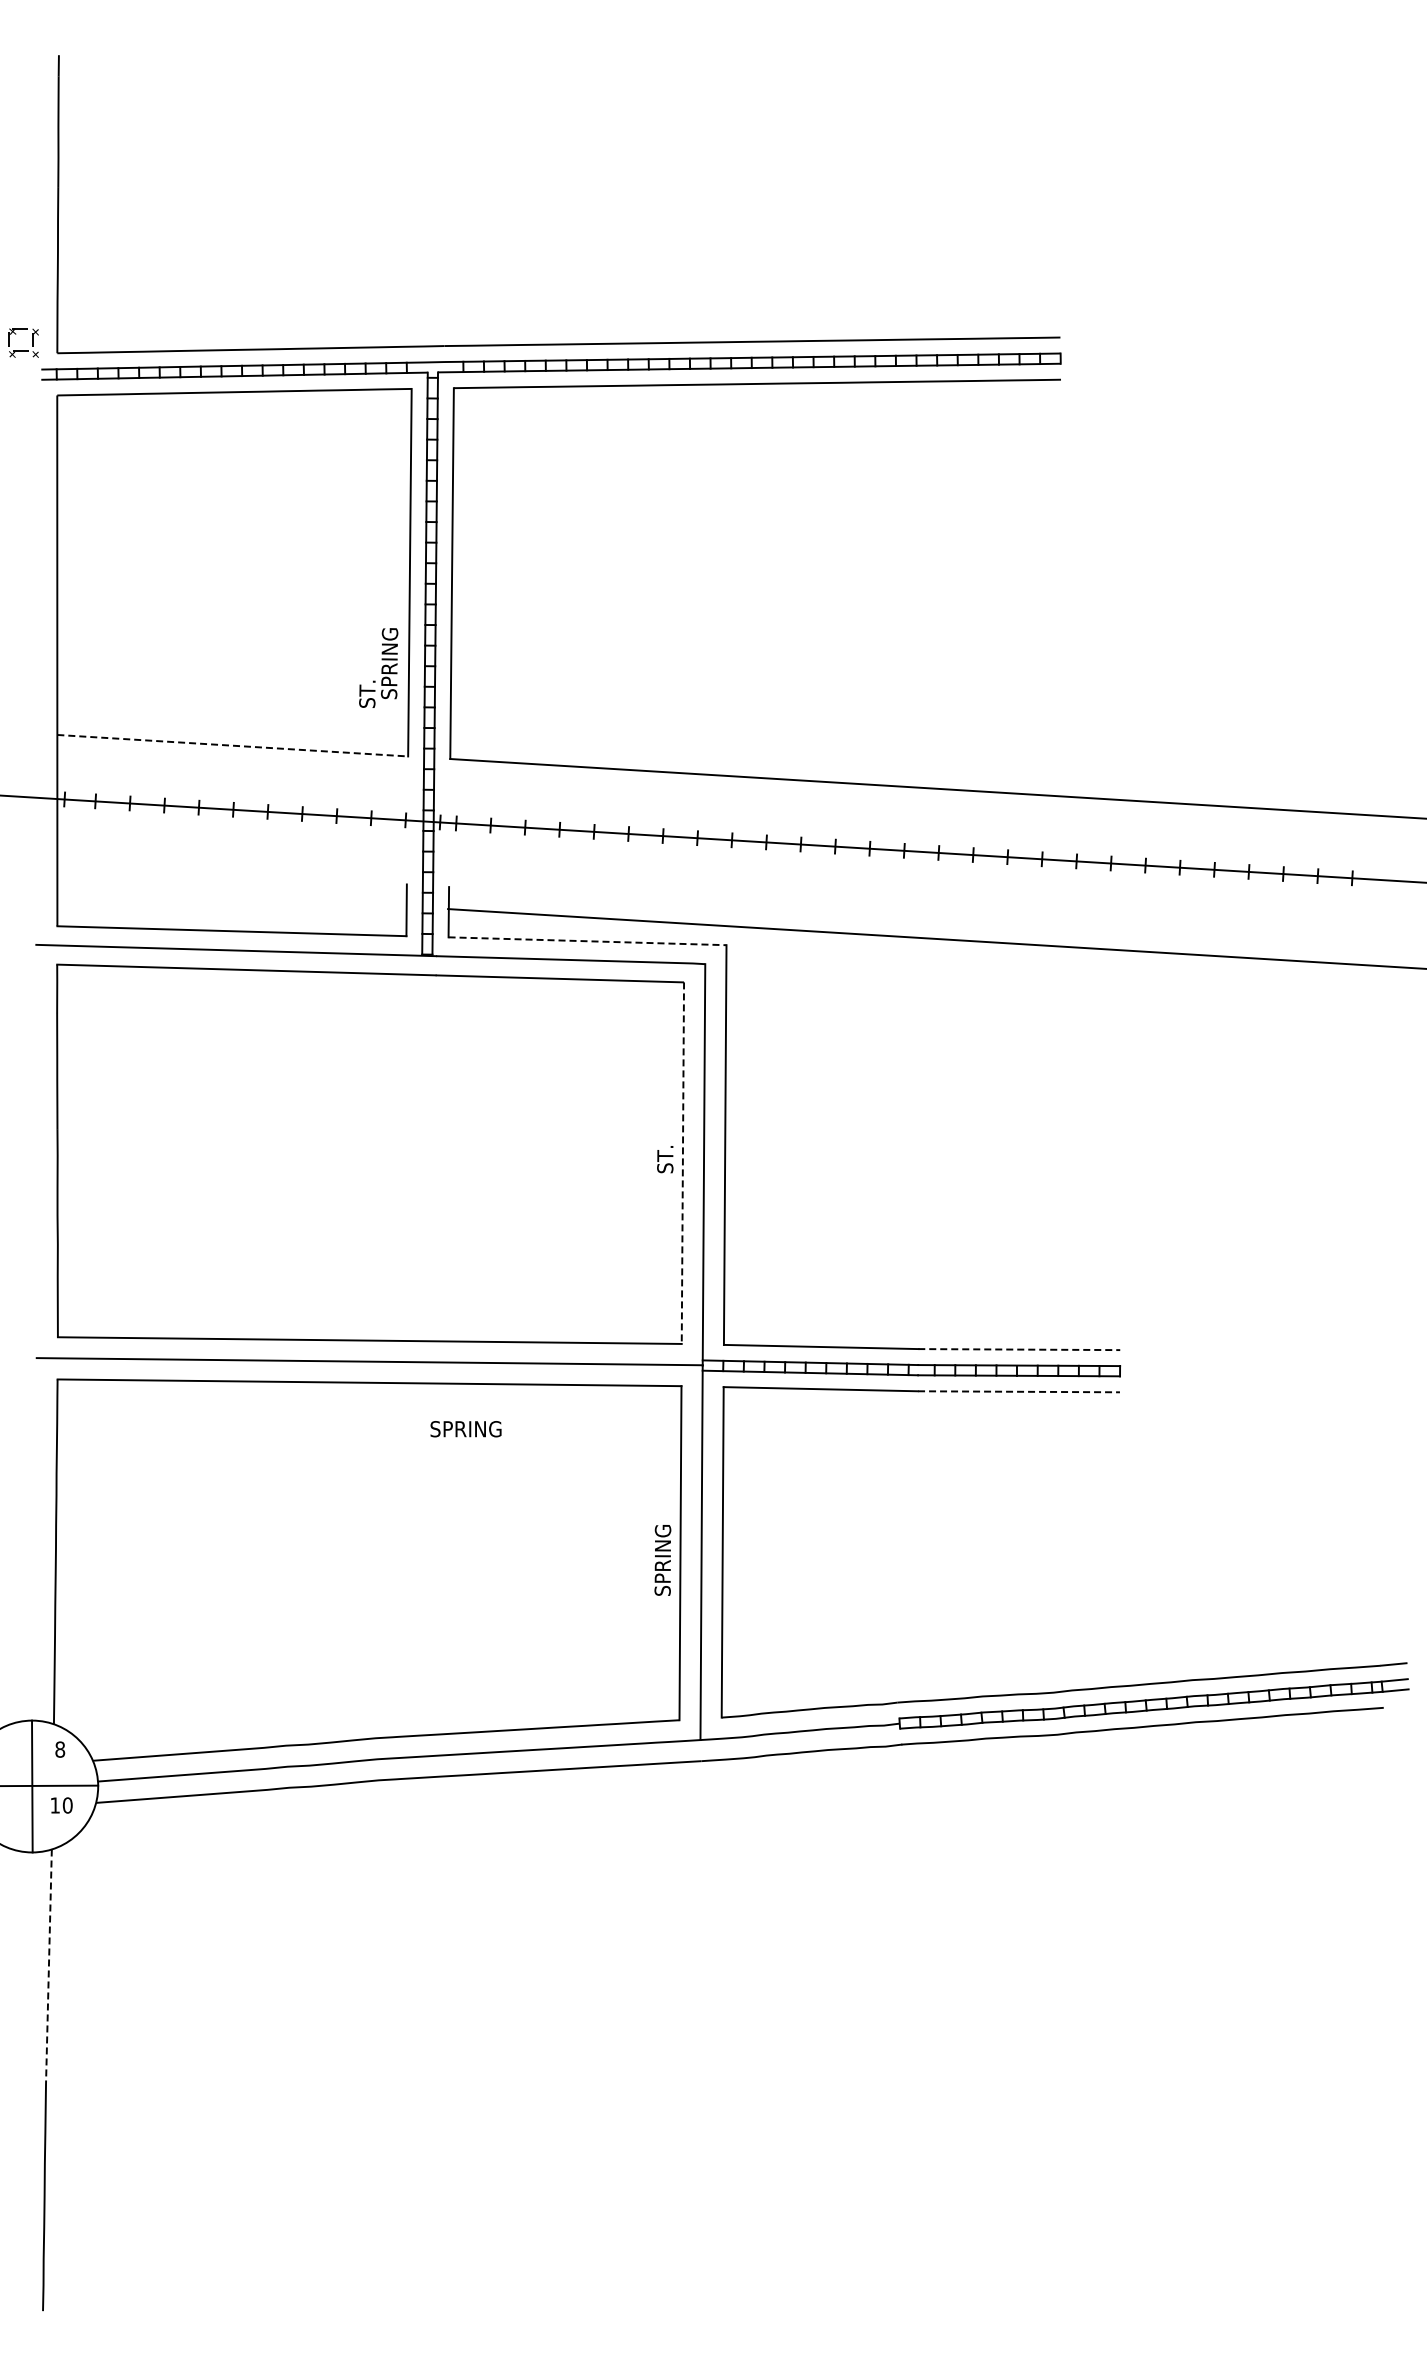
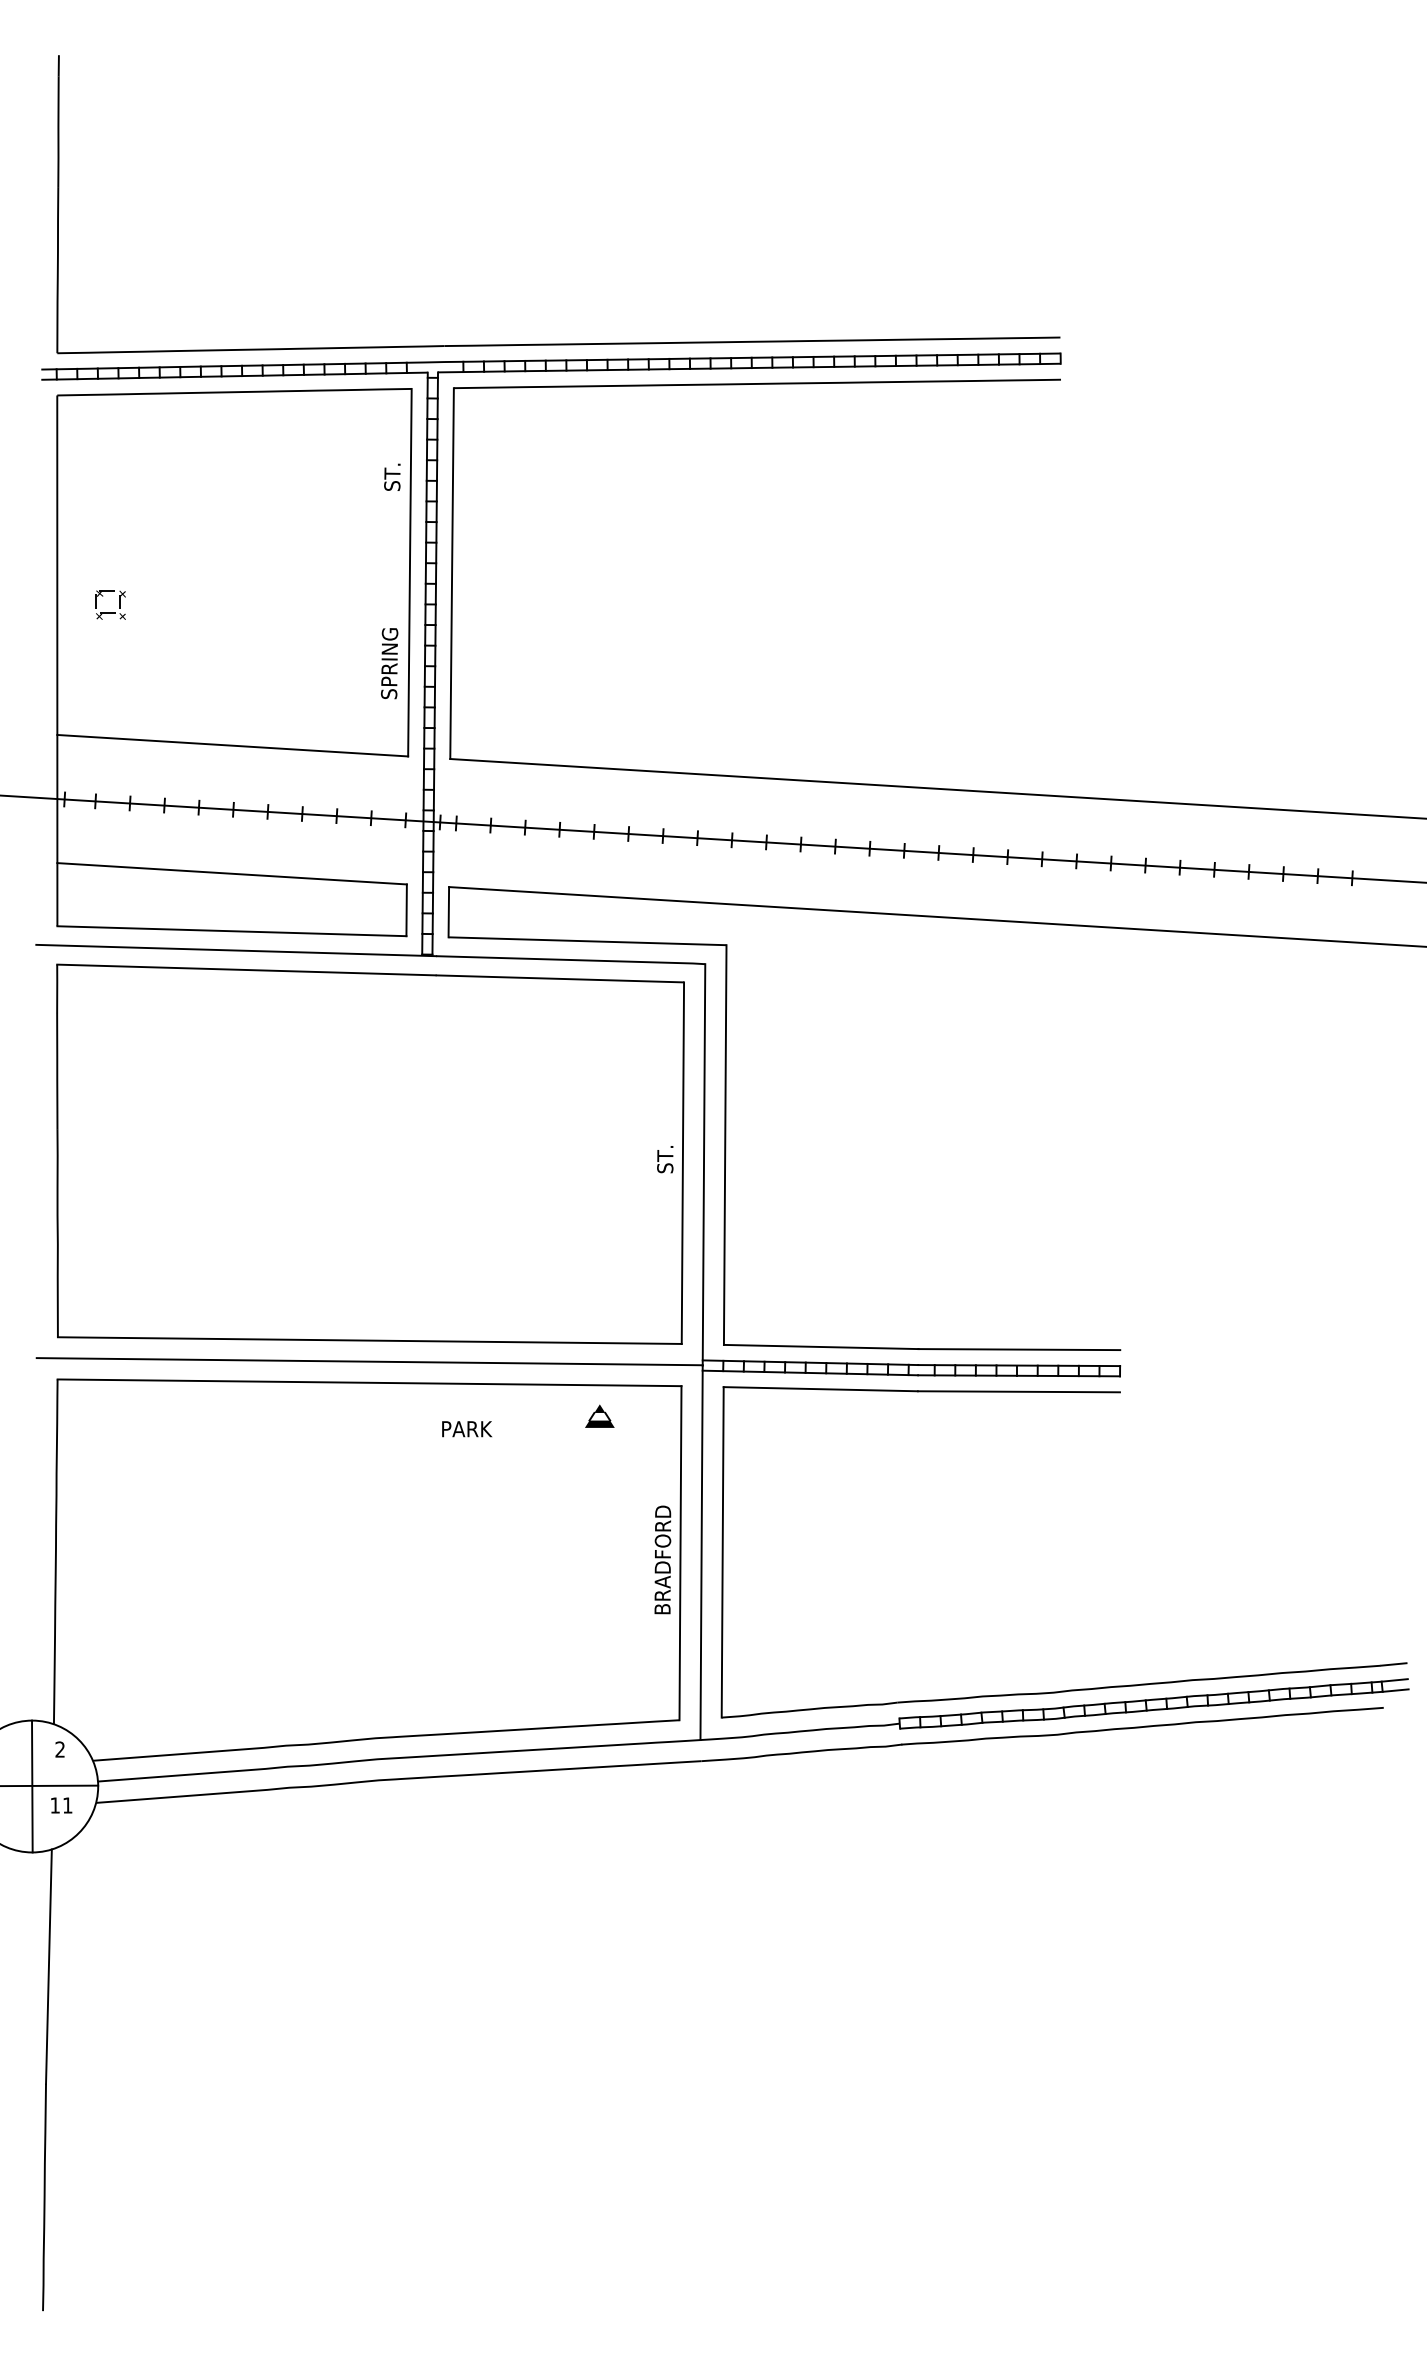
part at (23, 350) position: (23, 350) -> (110, 612)
text at (367, 693) position: (367, 693) -> (392, 476)
line at (232, 745): dashed -> solid
line at (231, 873): none -> present
line at (935, 938) position: (935, 938) -> (936, 916)
line at (588, 941): dashed -> solid
line at (682, 1163): dashed -> solid
line at (1019, 1349): dashed -> solid
line at (1019, 1391): dashed -> solid
part at (599, 1415): none -> present
text at (465, 1429): SPRING -> PARK
text at (662, 1559): SPRING -> BRADFORD
text at (60, 1749): 8 -> 2
text at (67, 1805): 10 -> 11
line at (48, 1967): dashed -> solid
